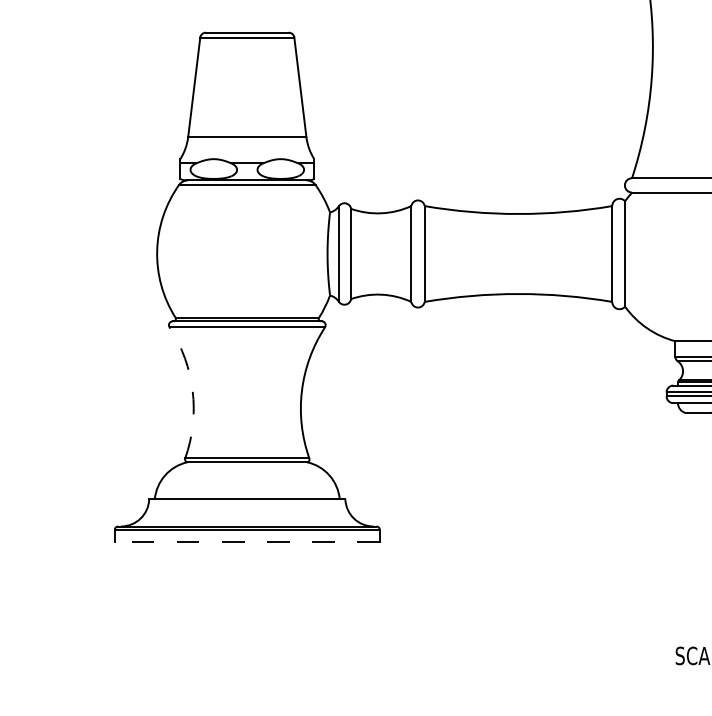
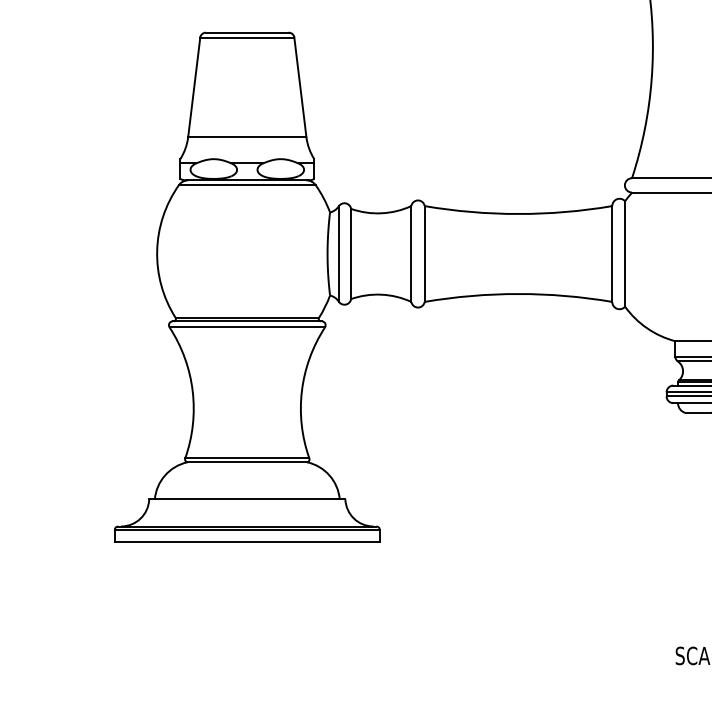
arc at (192, 391): dashed -> solid
line at (246, 542): dashed -> solid
